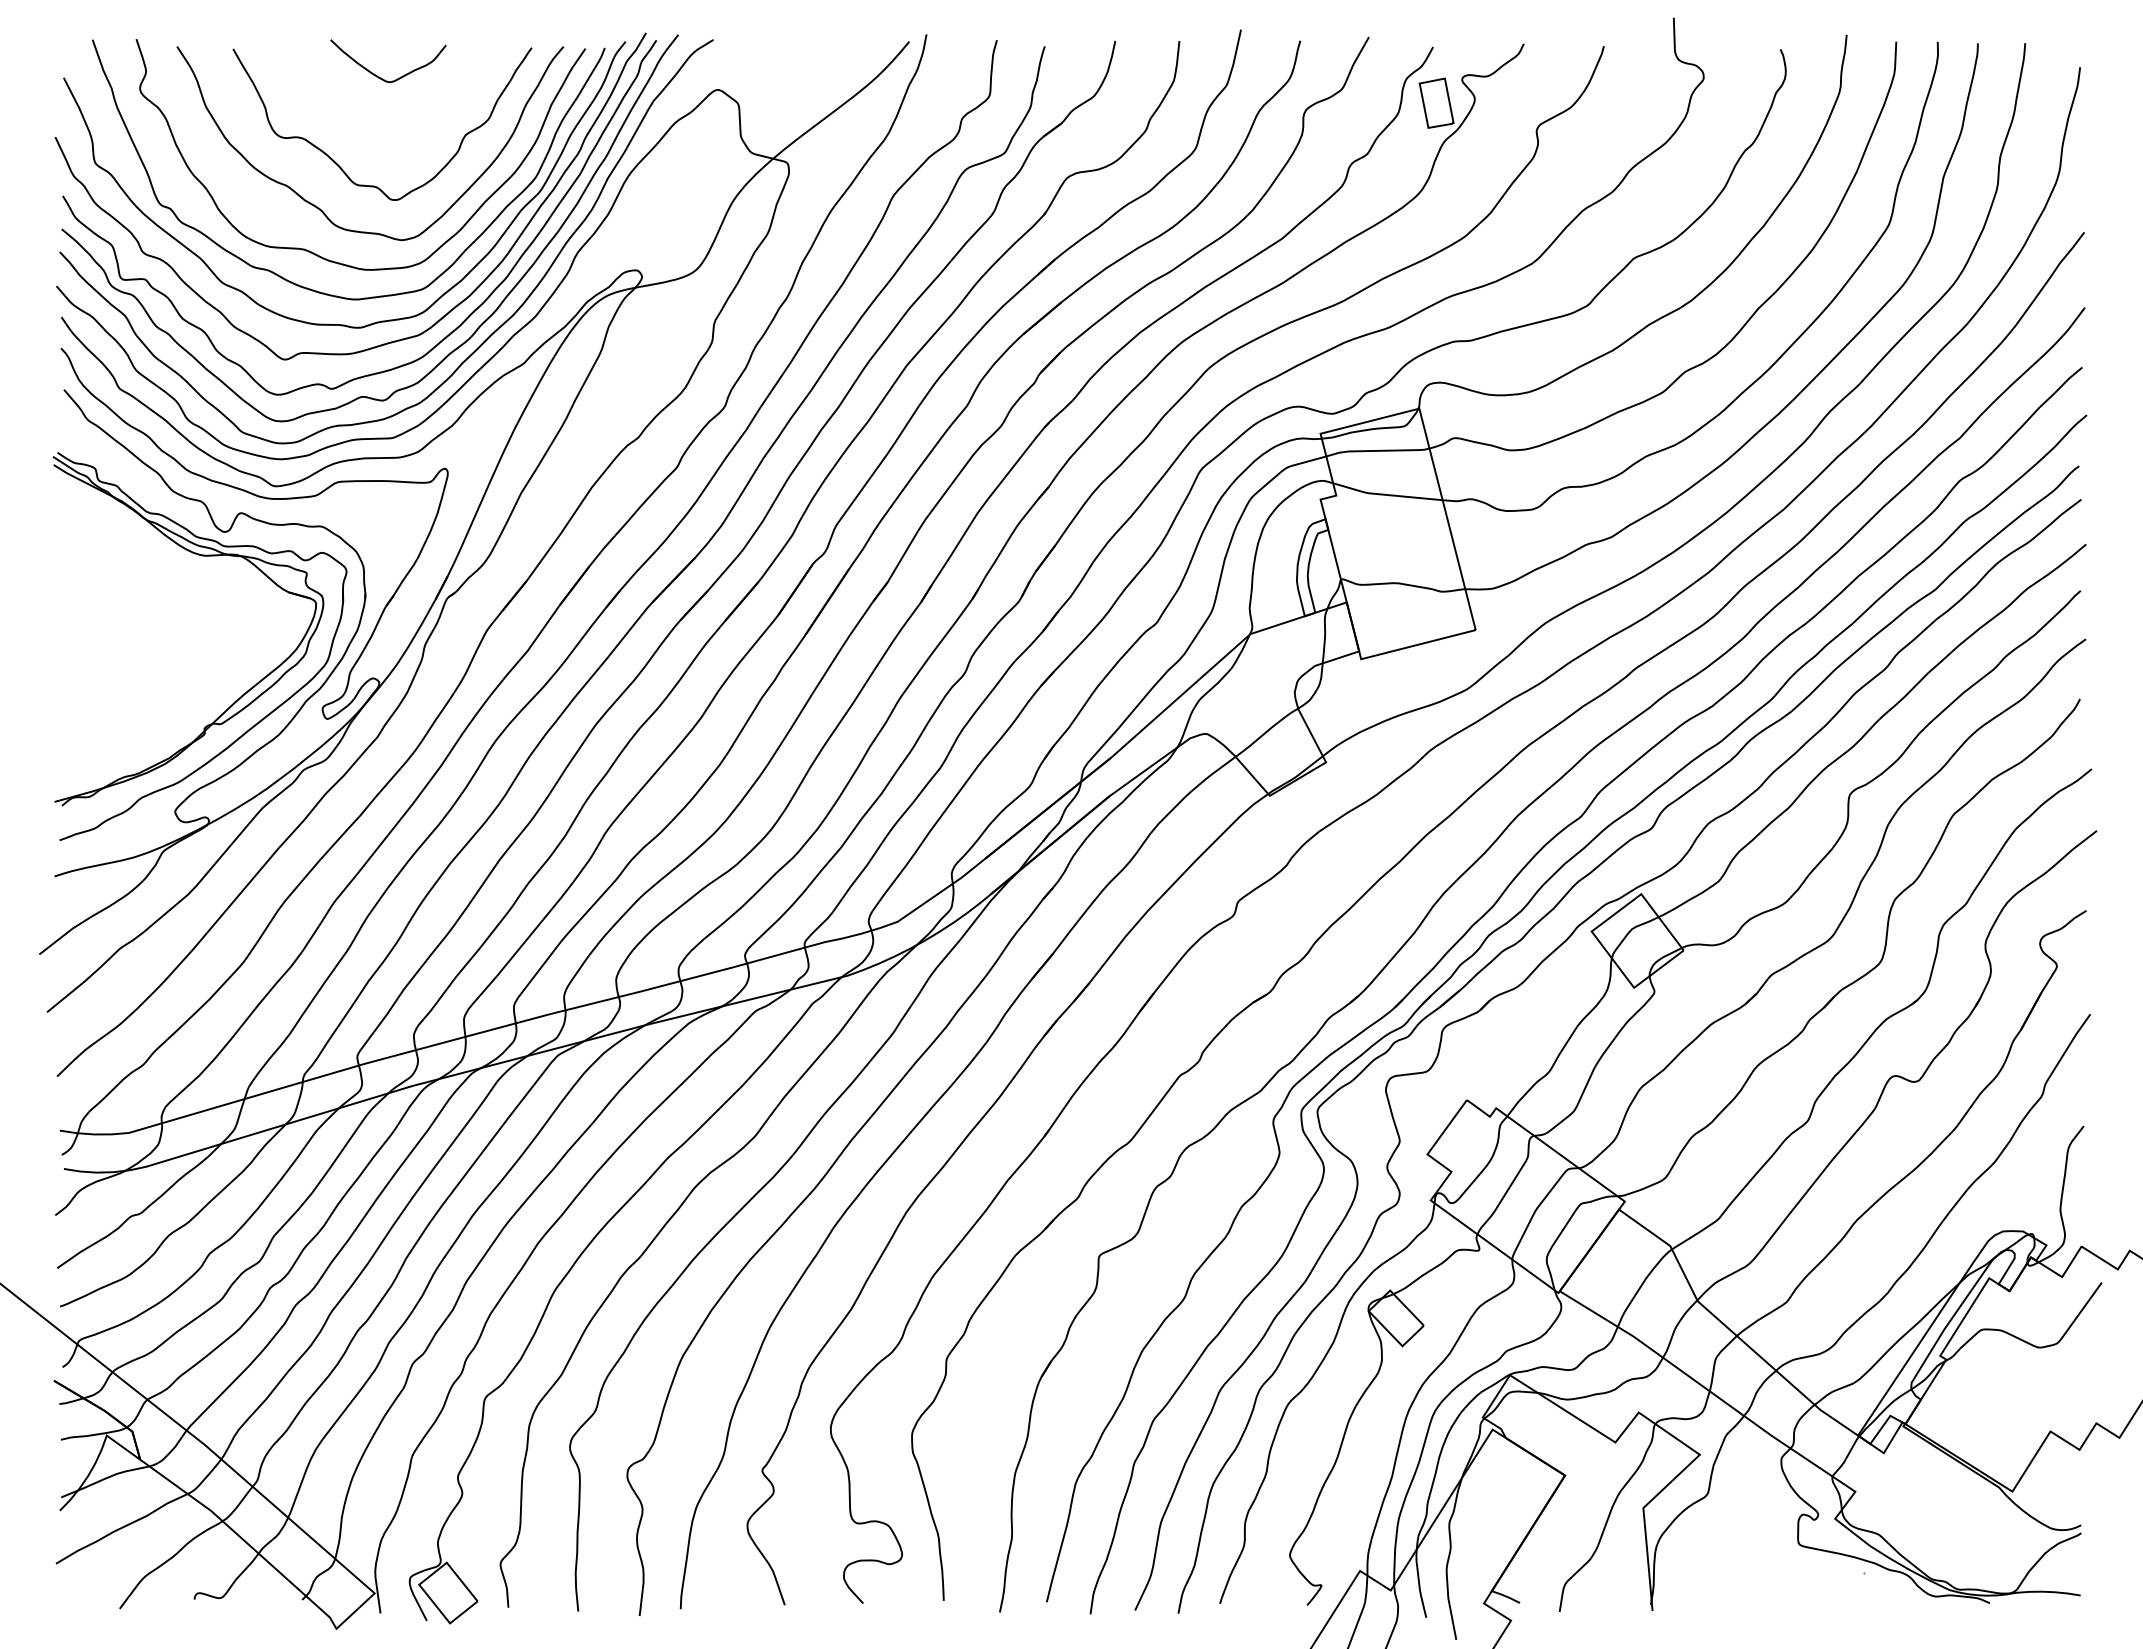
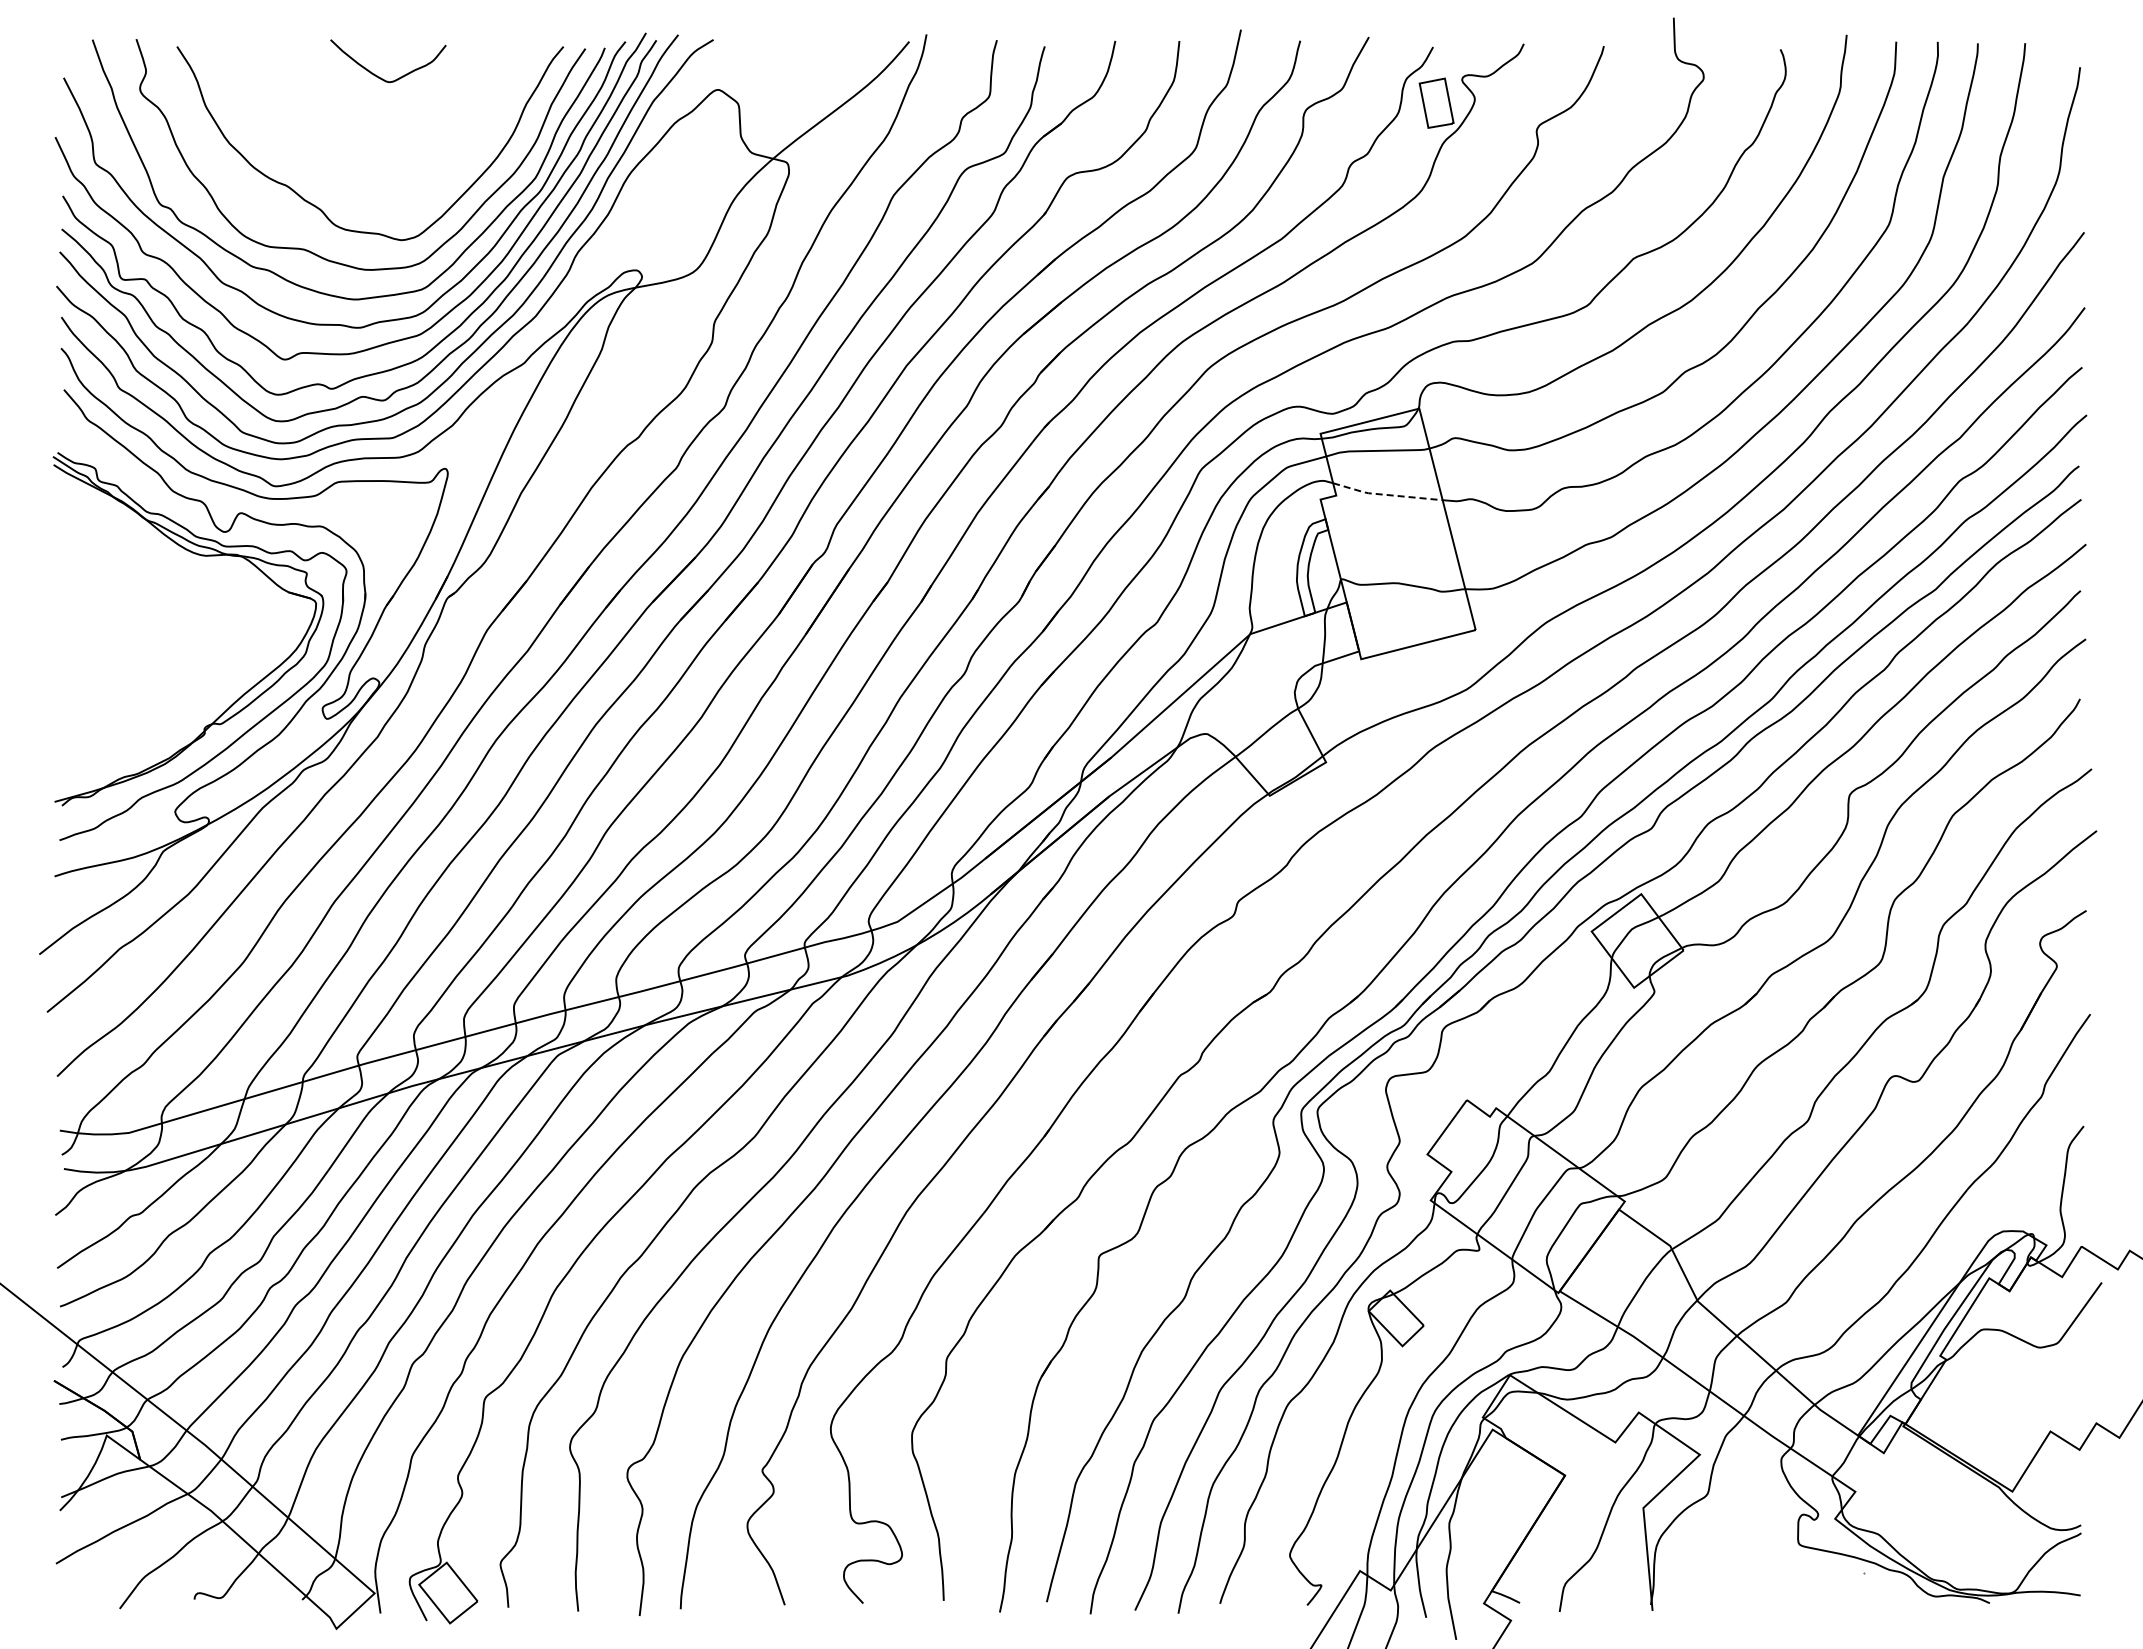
curve at (339, 165): present -> none
line at (1386, 494): solid -> dashed
